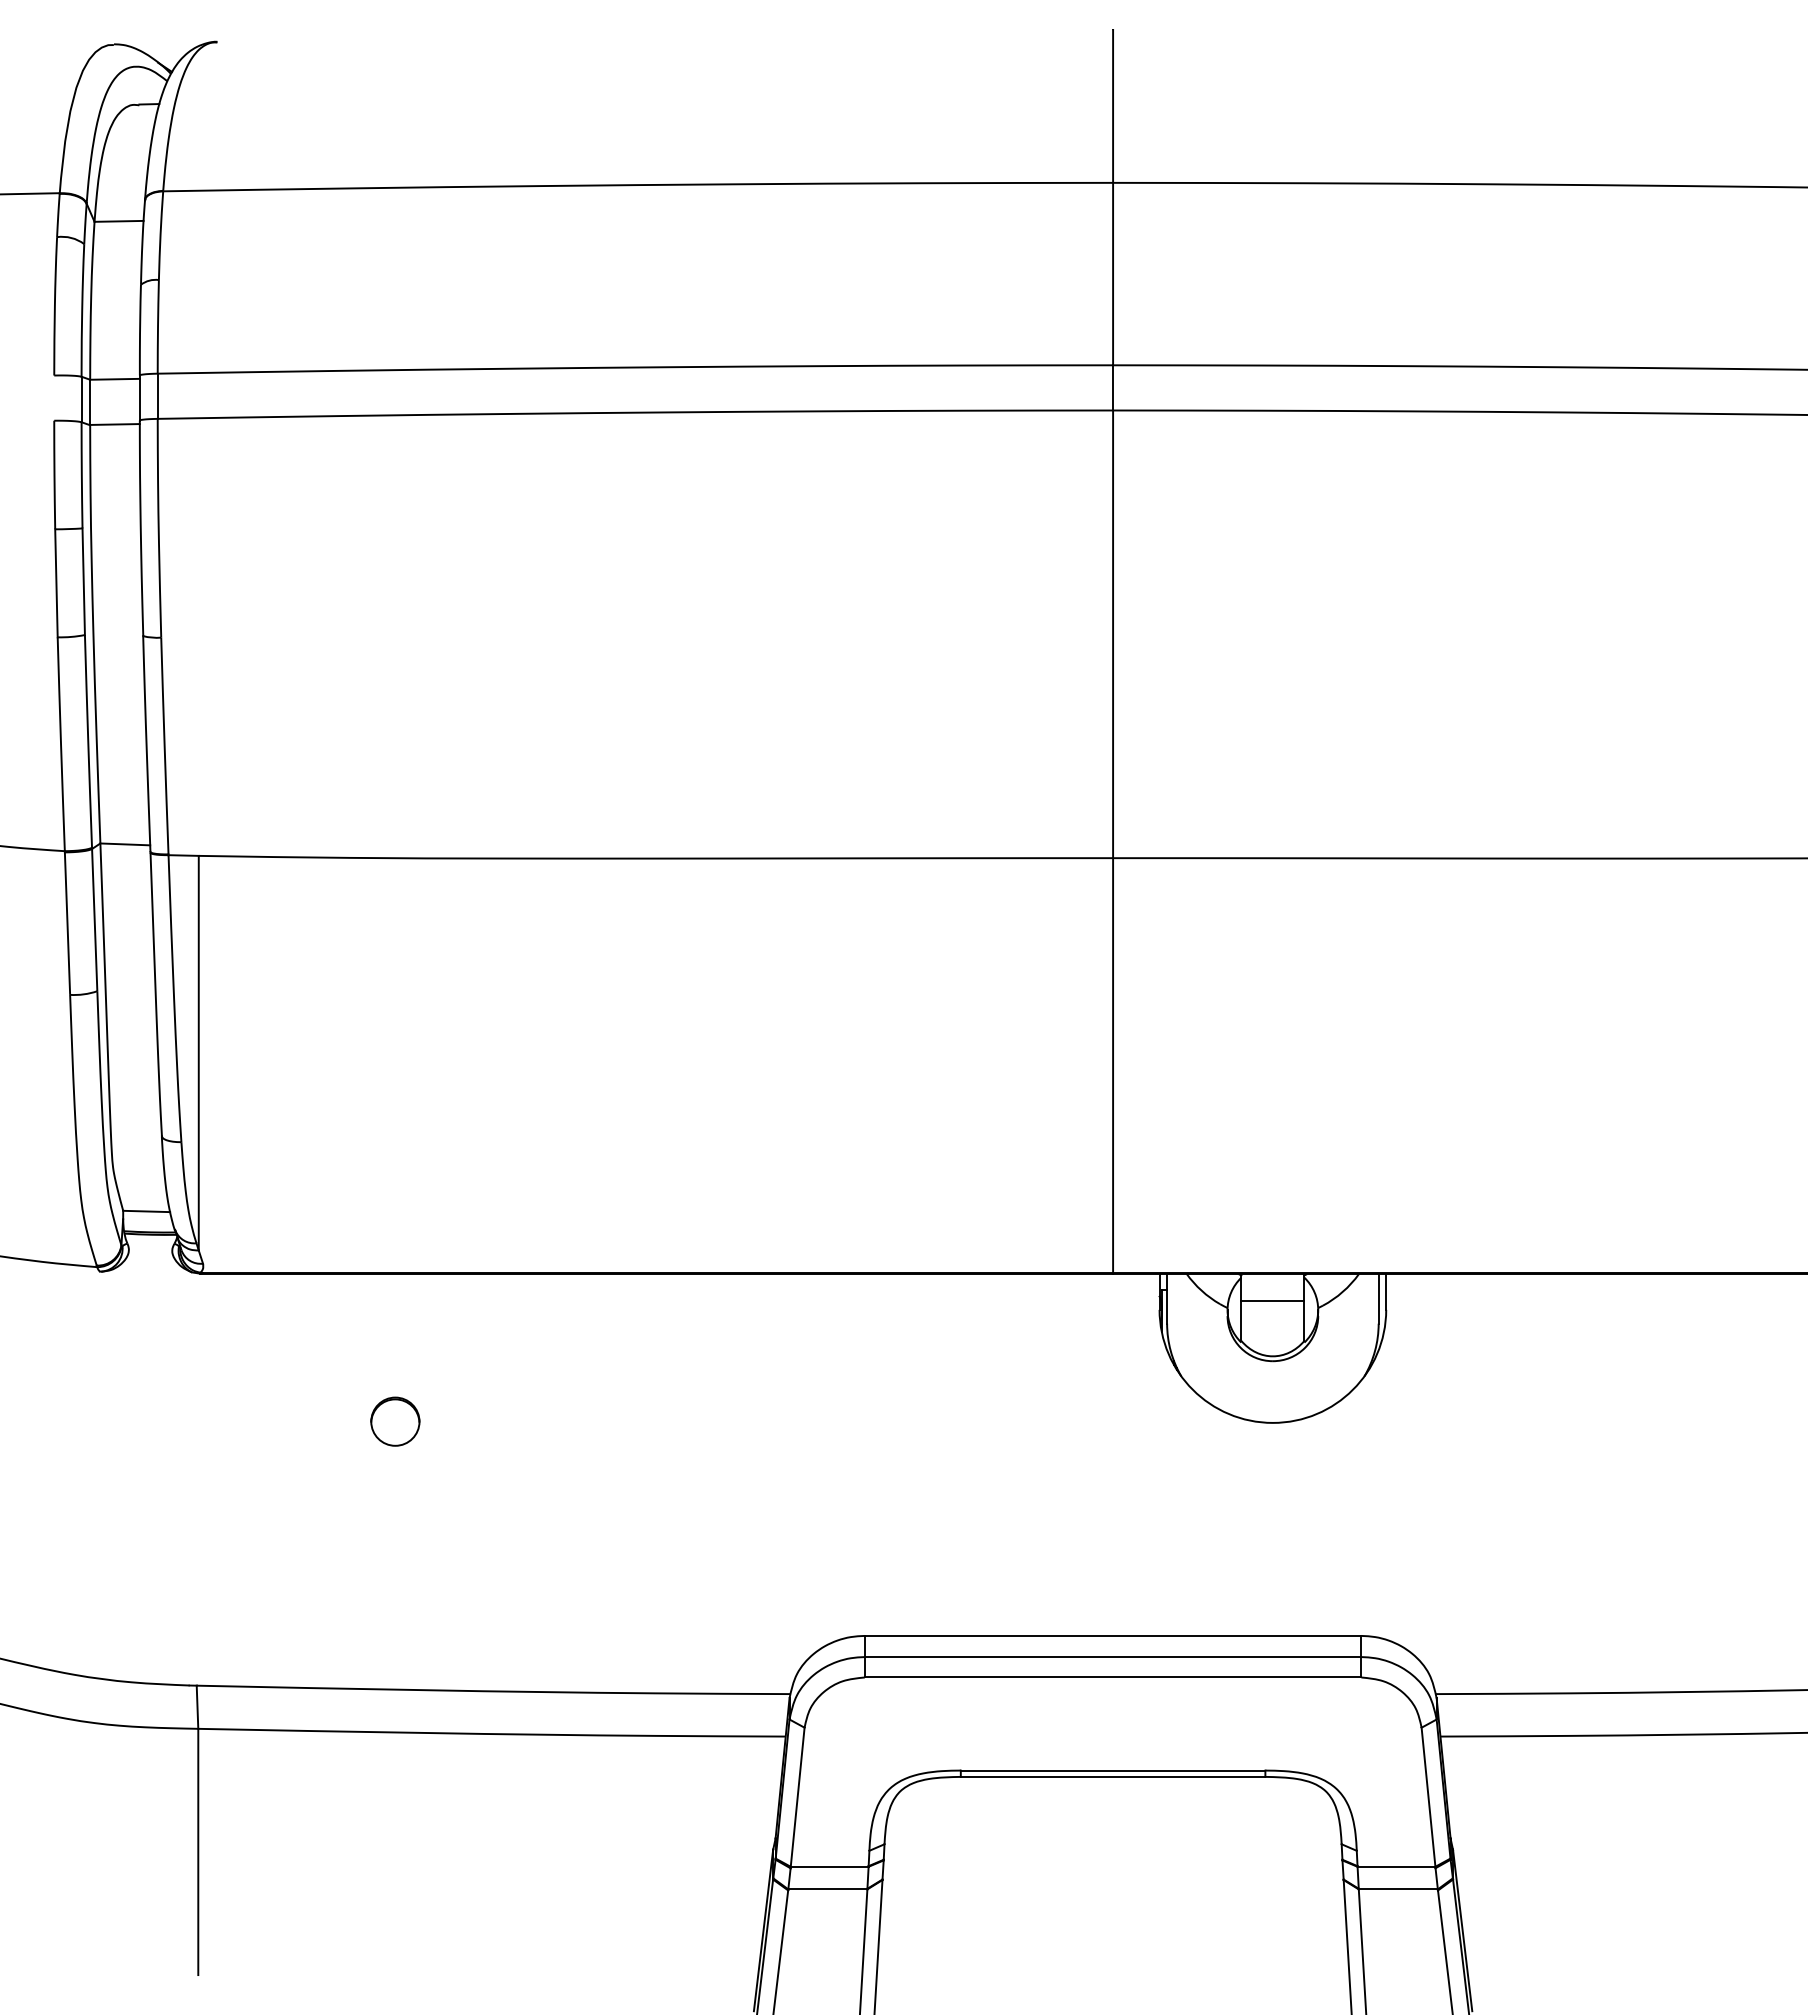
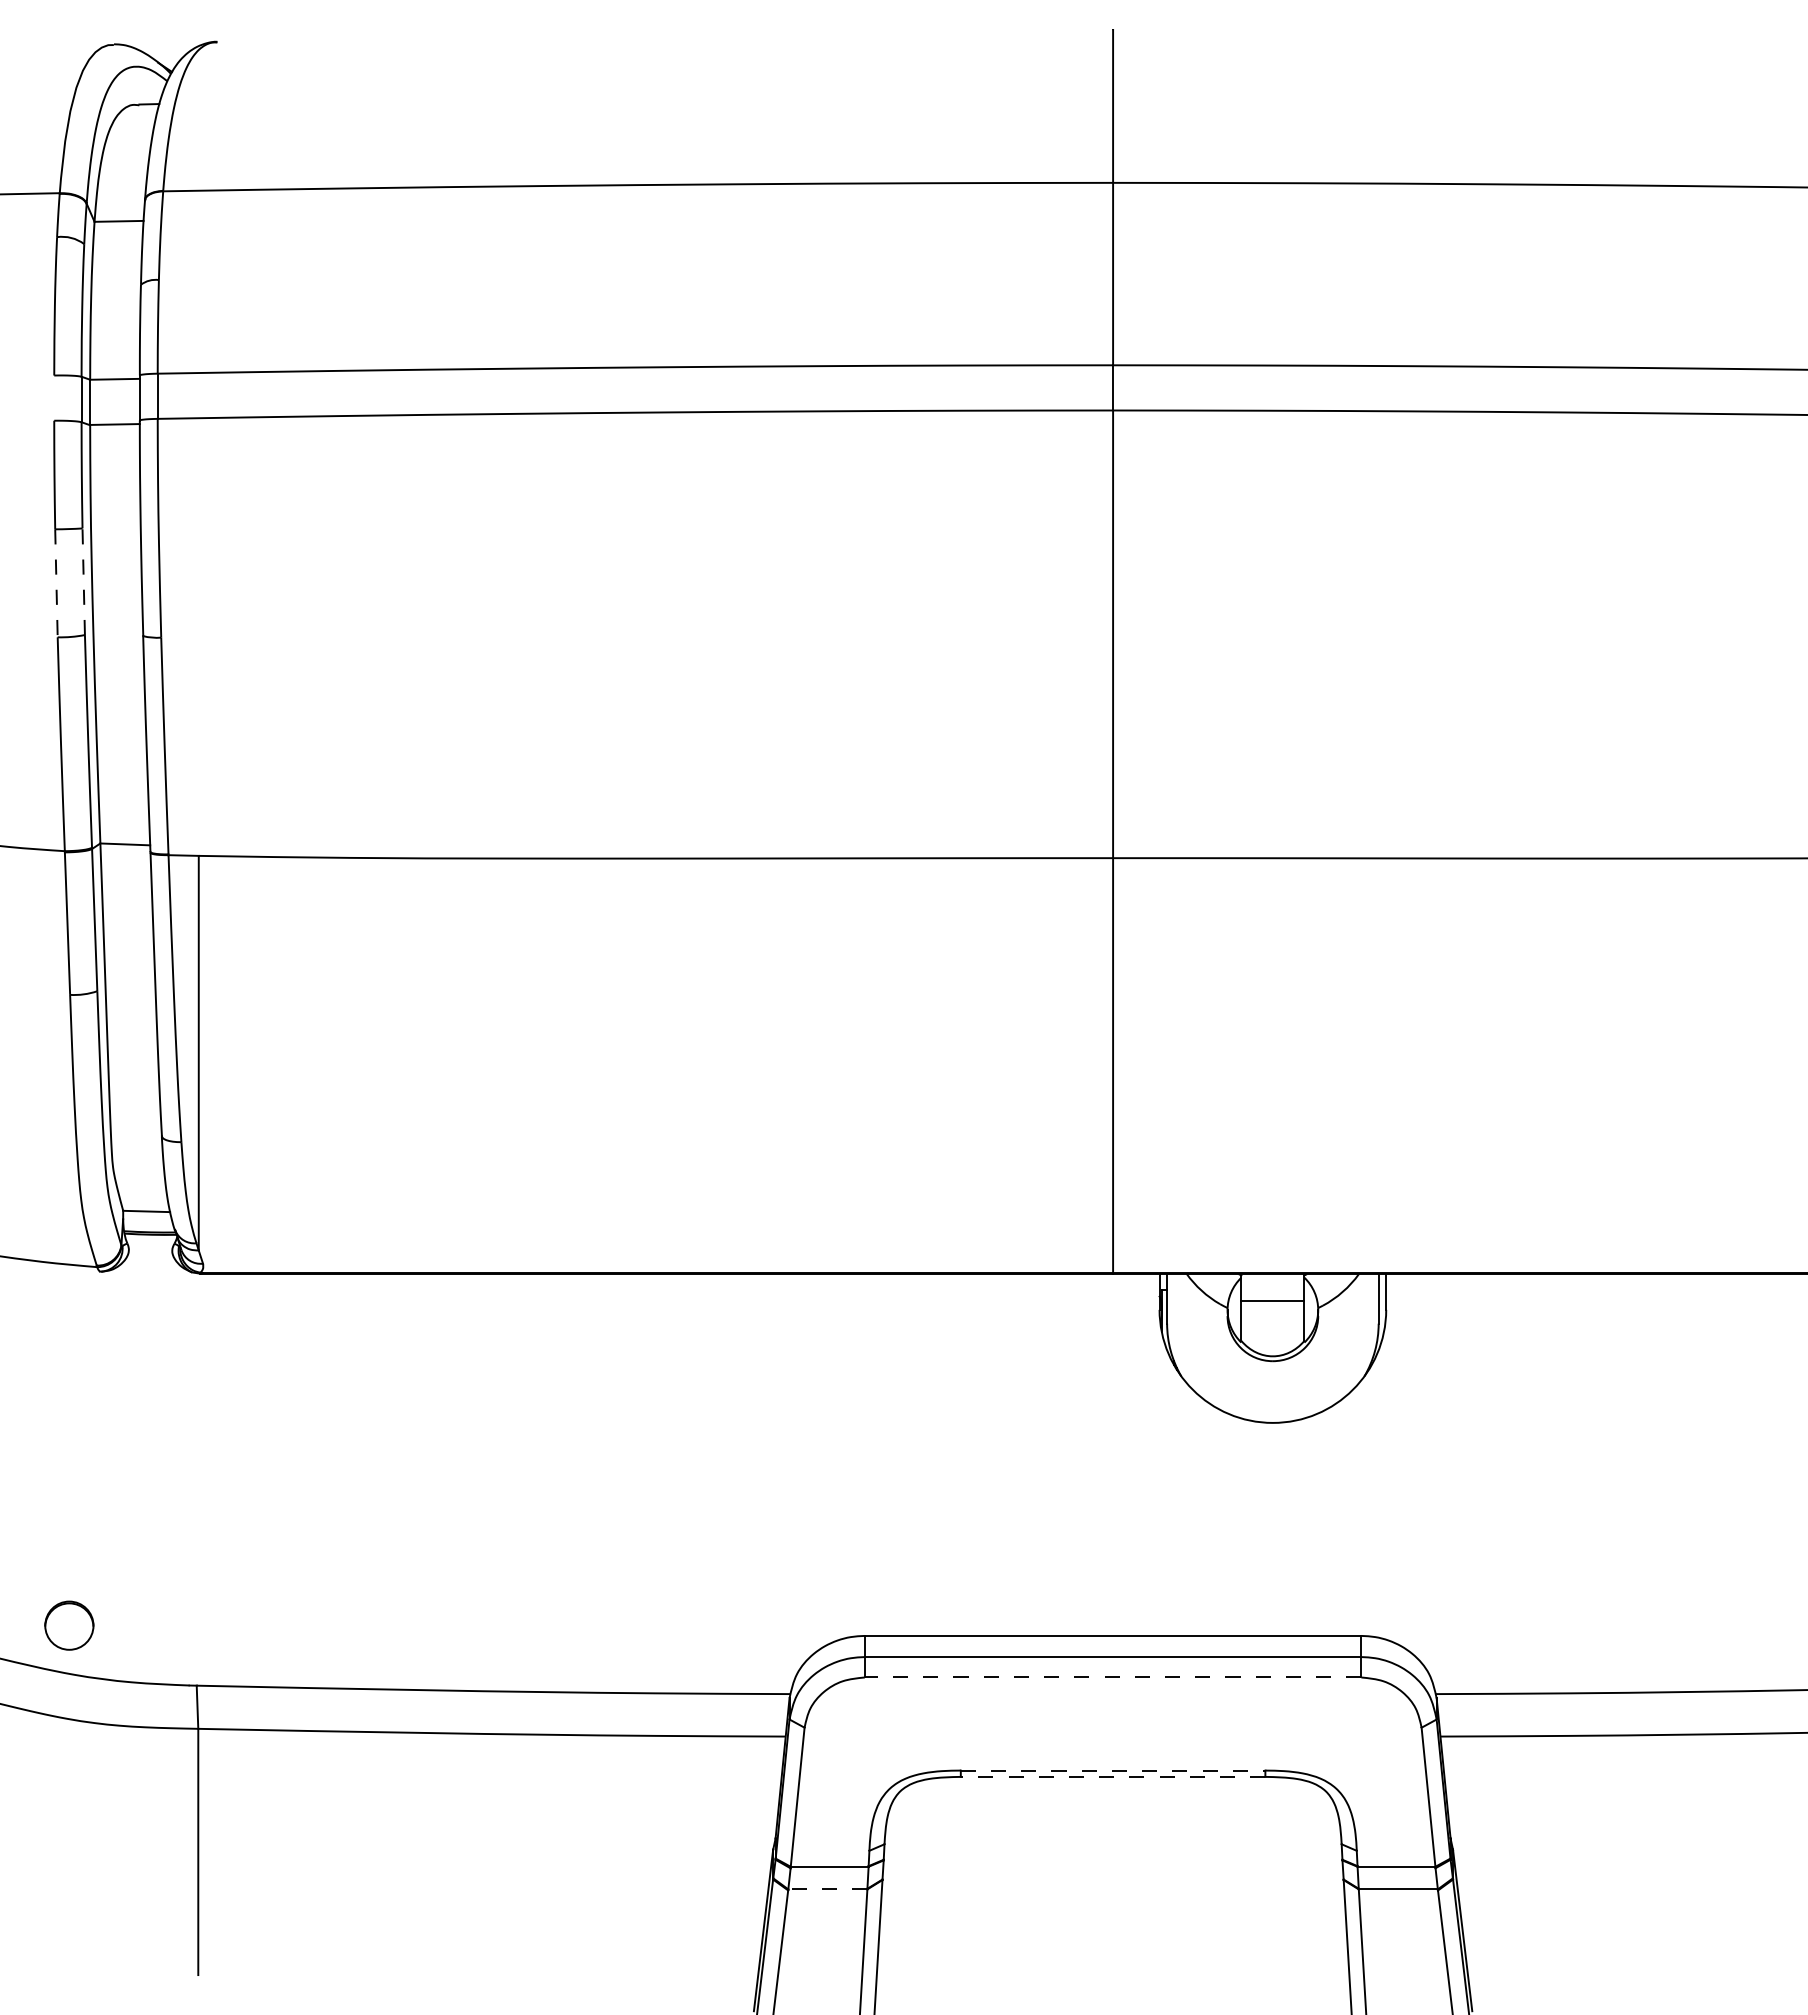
line at (83, 581): solid -> dashed
line at (56, 583): solid -> dashed
part at (395, 1421) position: (395, 1421) -> (69, 1625)
line at (1112, 1677): solid -> dashed
line at (1113, 1770): solid -> dashed
line at (1112, 1776): solid -> dashed
line at (827, 1889): solid -> dashed
